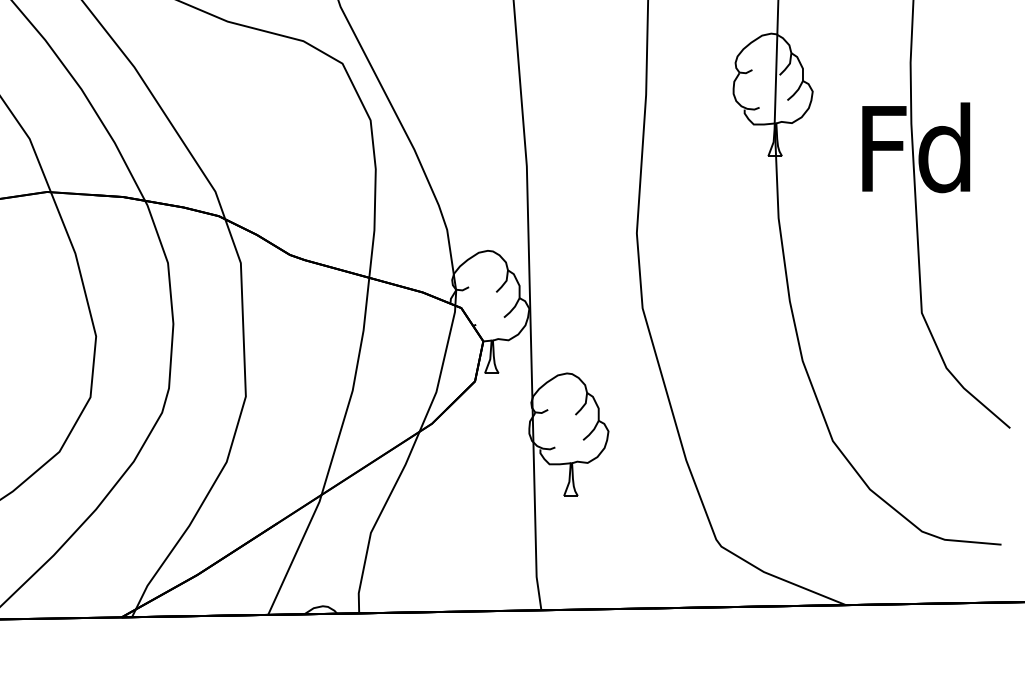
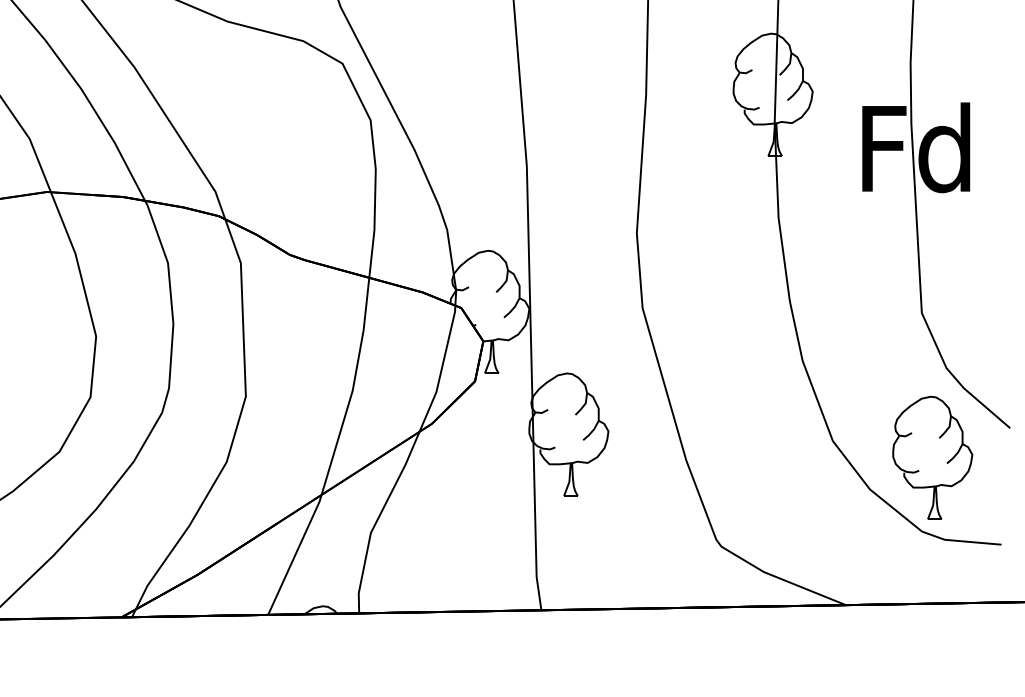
part at (932, 457): none -> present
